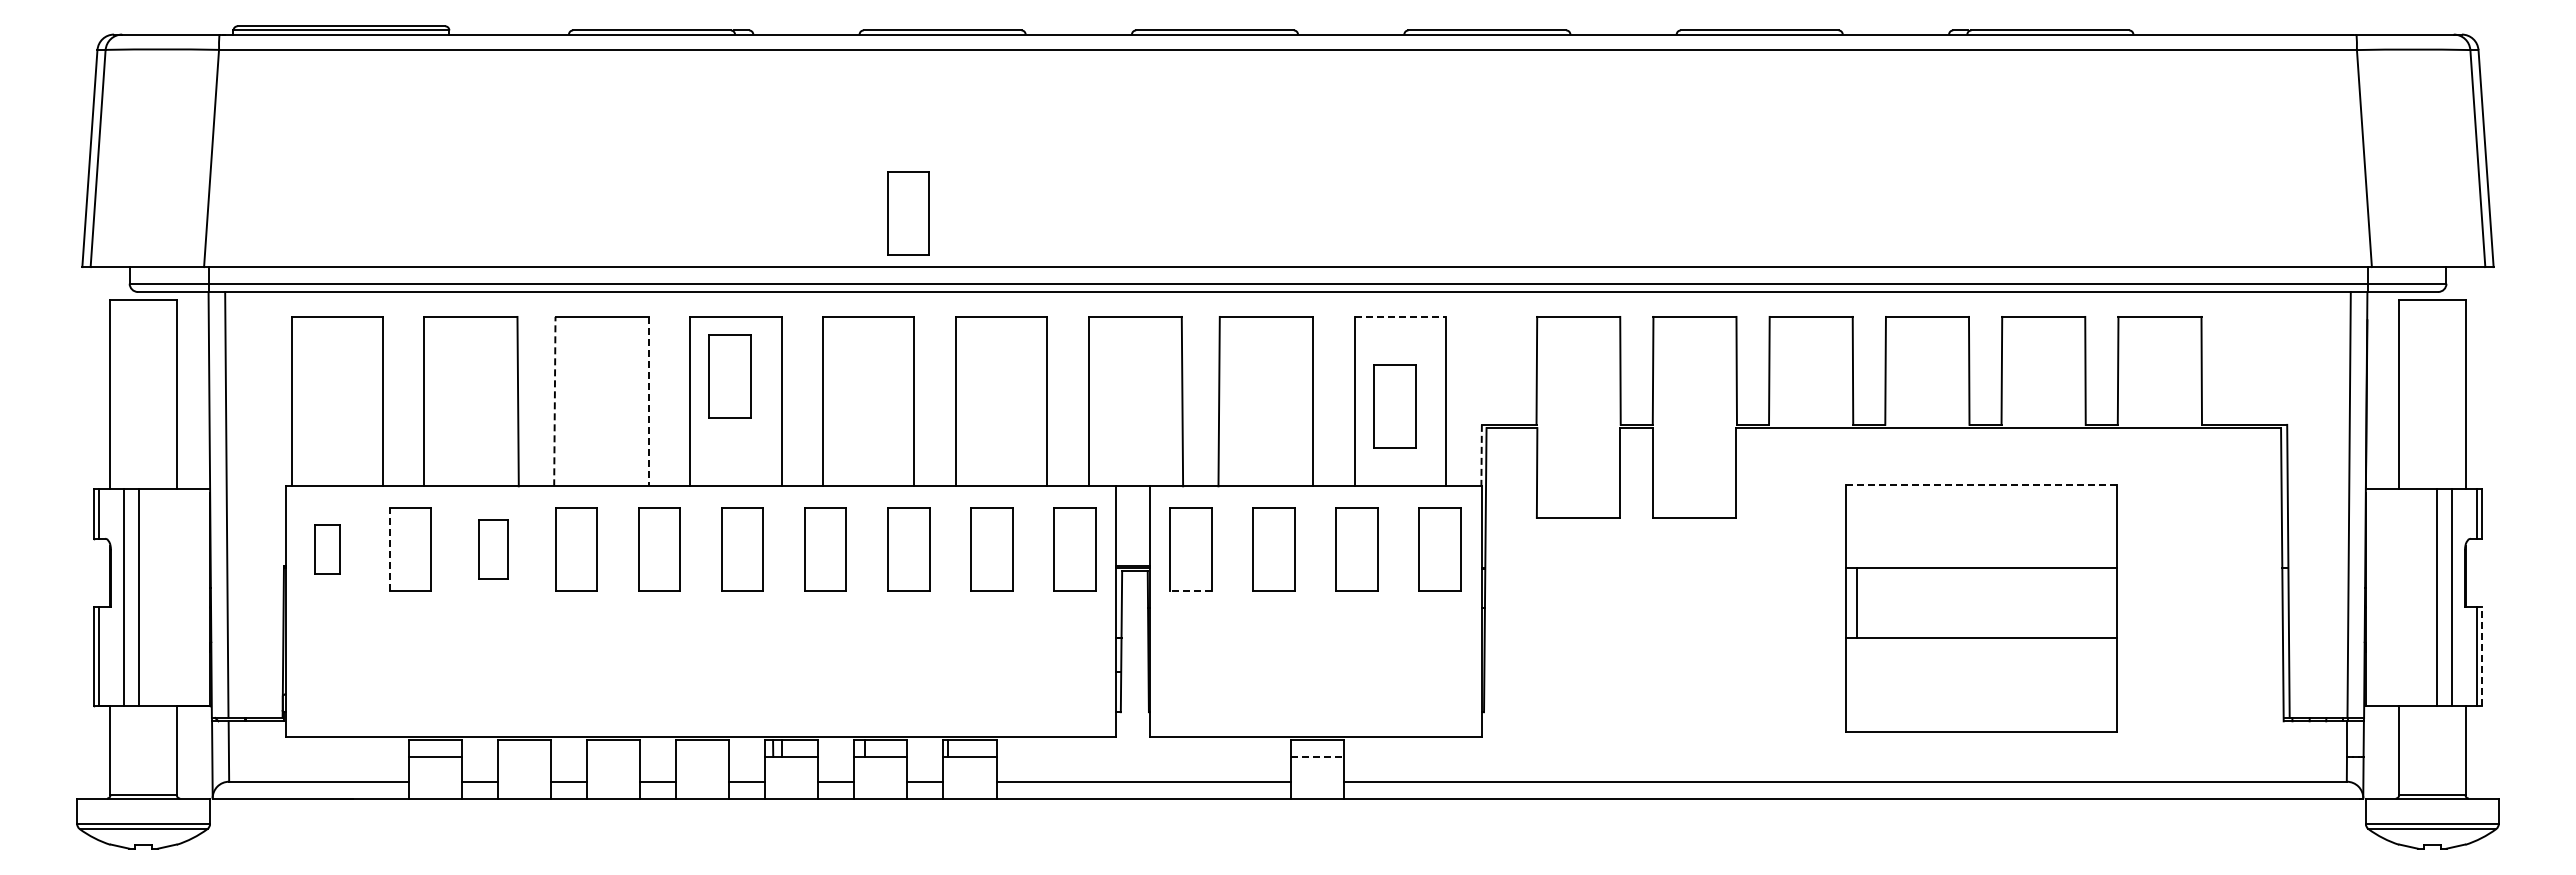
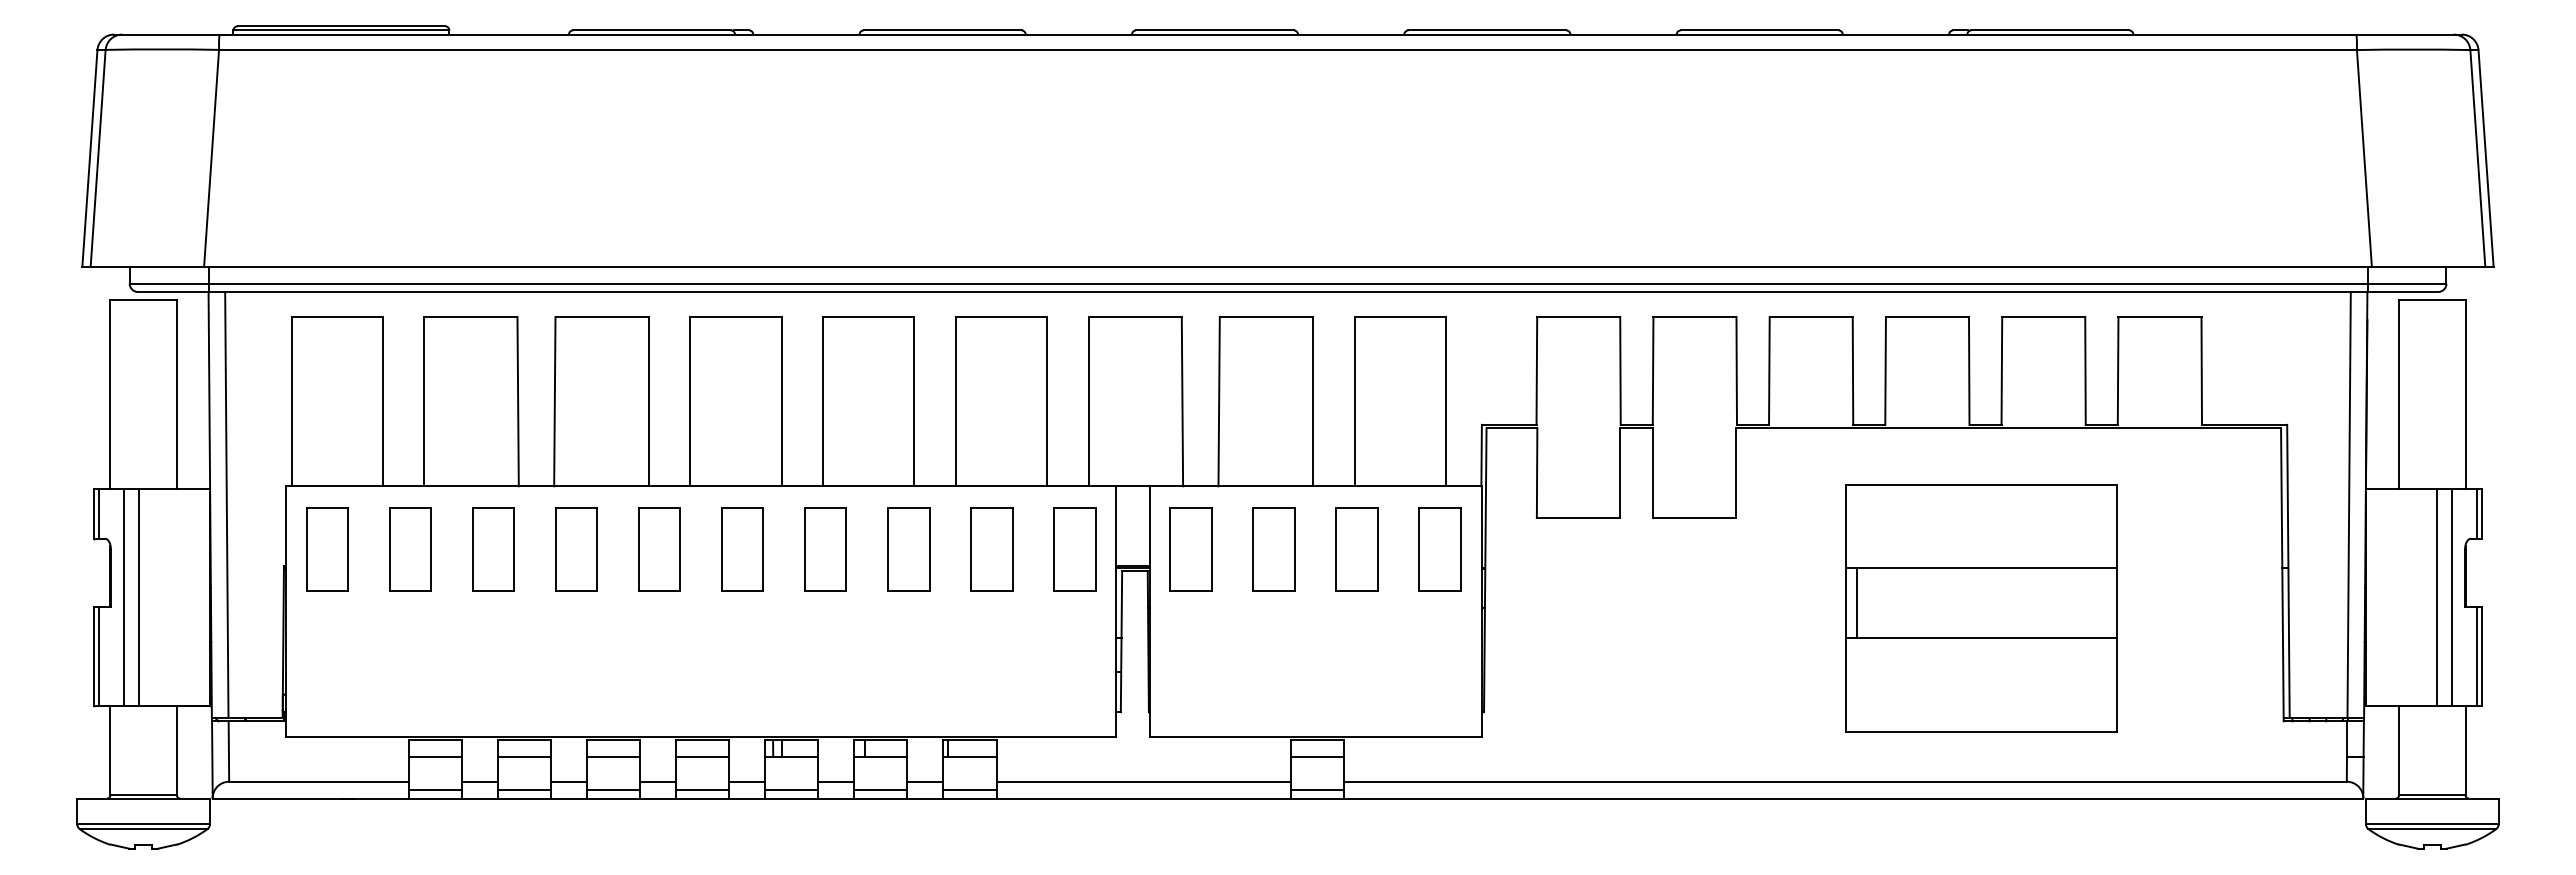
part at (908, 213): present -> none
line at (1400, 316): dashed -> solid
part at (729, 376): present -> none
line at (554, 401): dashed -> solid
line at (648, 401): dashed -> solid
part at (1394, 406): present -> none
line at (1481, 455): dashed -> solid
line at (1981, 484): dashed -> solid
part at (327, 549) size: 27x51 px -> 43x85 px
line at (389, 549): dashed -> solid
part at (493, 549) size: 31x61 px -> 43x85 px
line at (1191, 590): dashed -> solid
line at (2482, 656): dashed -> solid
line at (523, 757): none -> present
line at (613, 757): none -> present
line at (702, 757): none -> present
line at (1317, 757): dashed -> solid
line at (434, 790): none -> present
line at (523, 790): none -> present
line at (613, 790): none -> present
line at (702, 790): none -> present
line at (791, 790): none -> present
line at (880, 790): none -> present
line at (969, 790): none -> present
line at (1316, 790): none -> present
